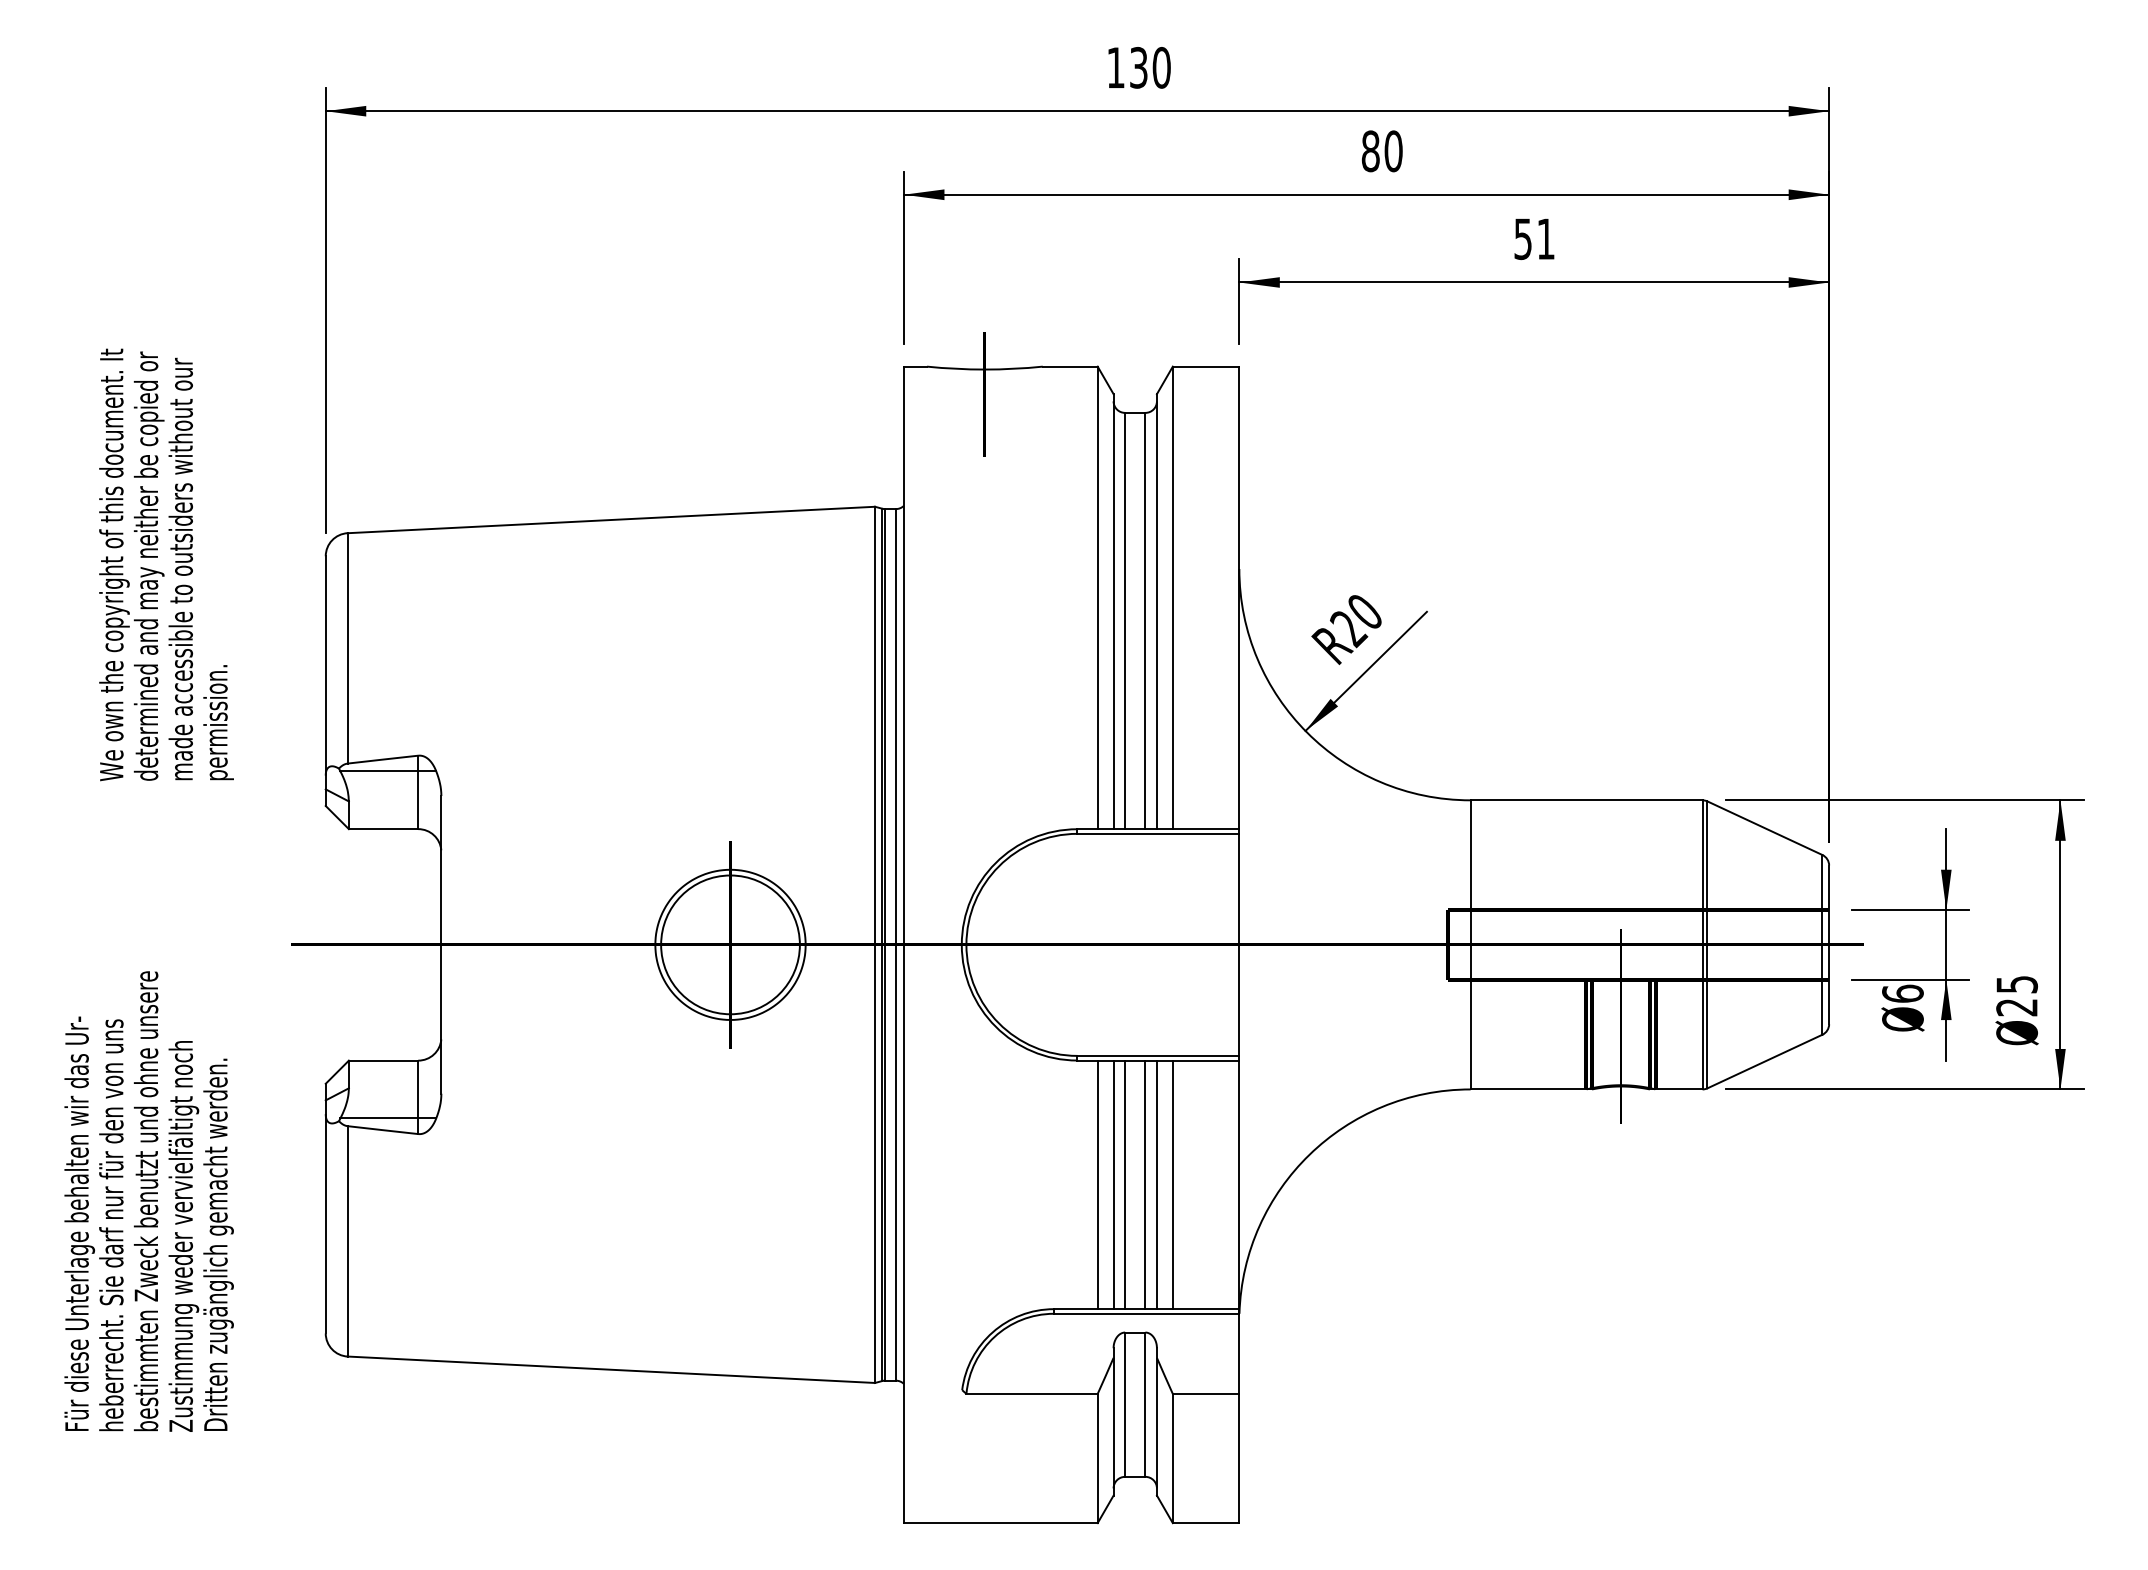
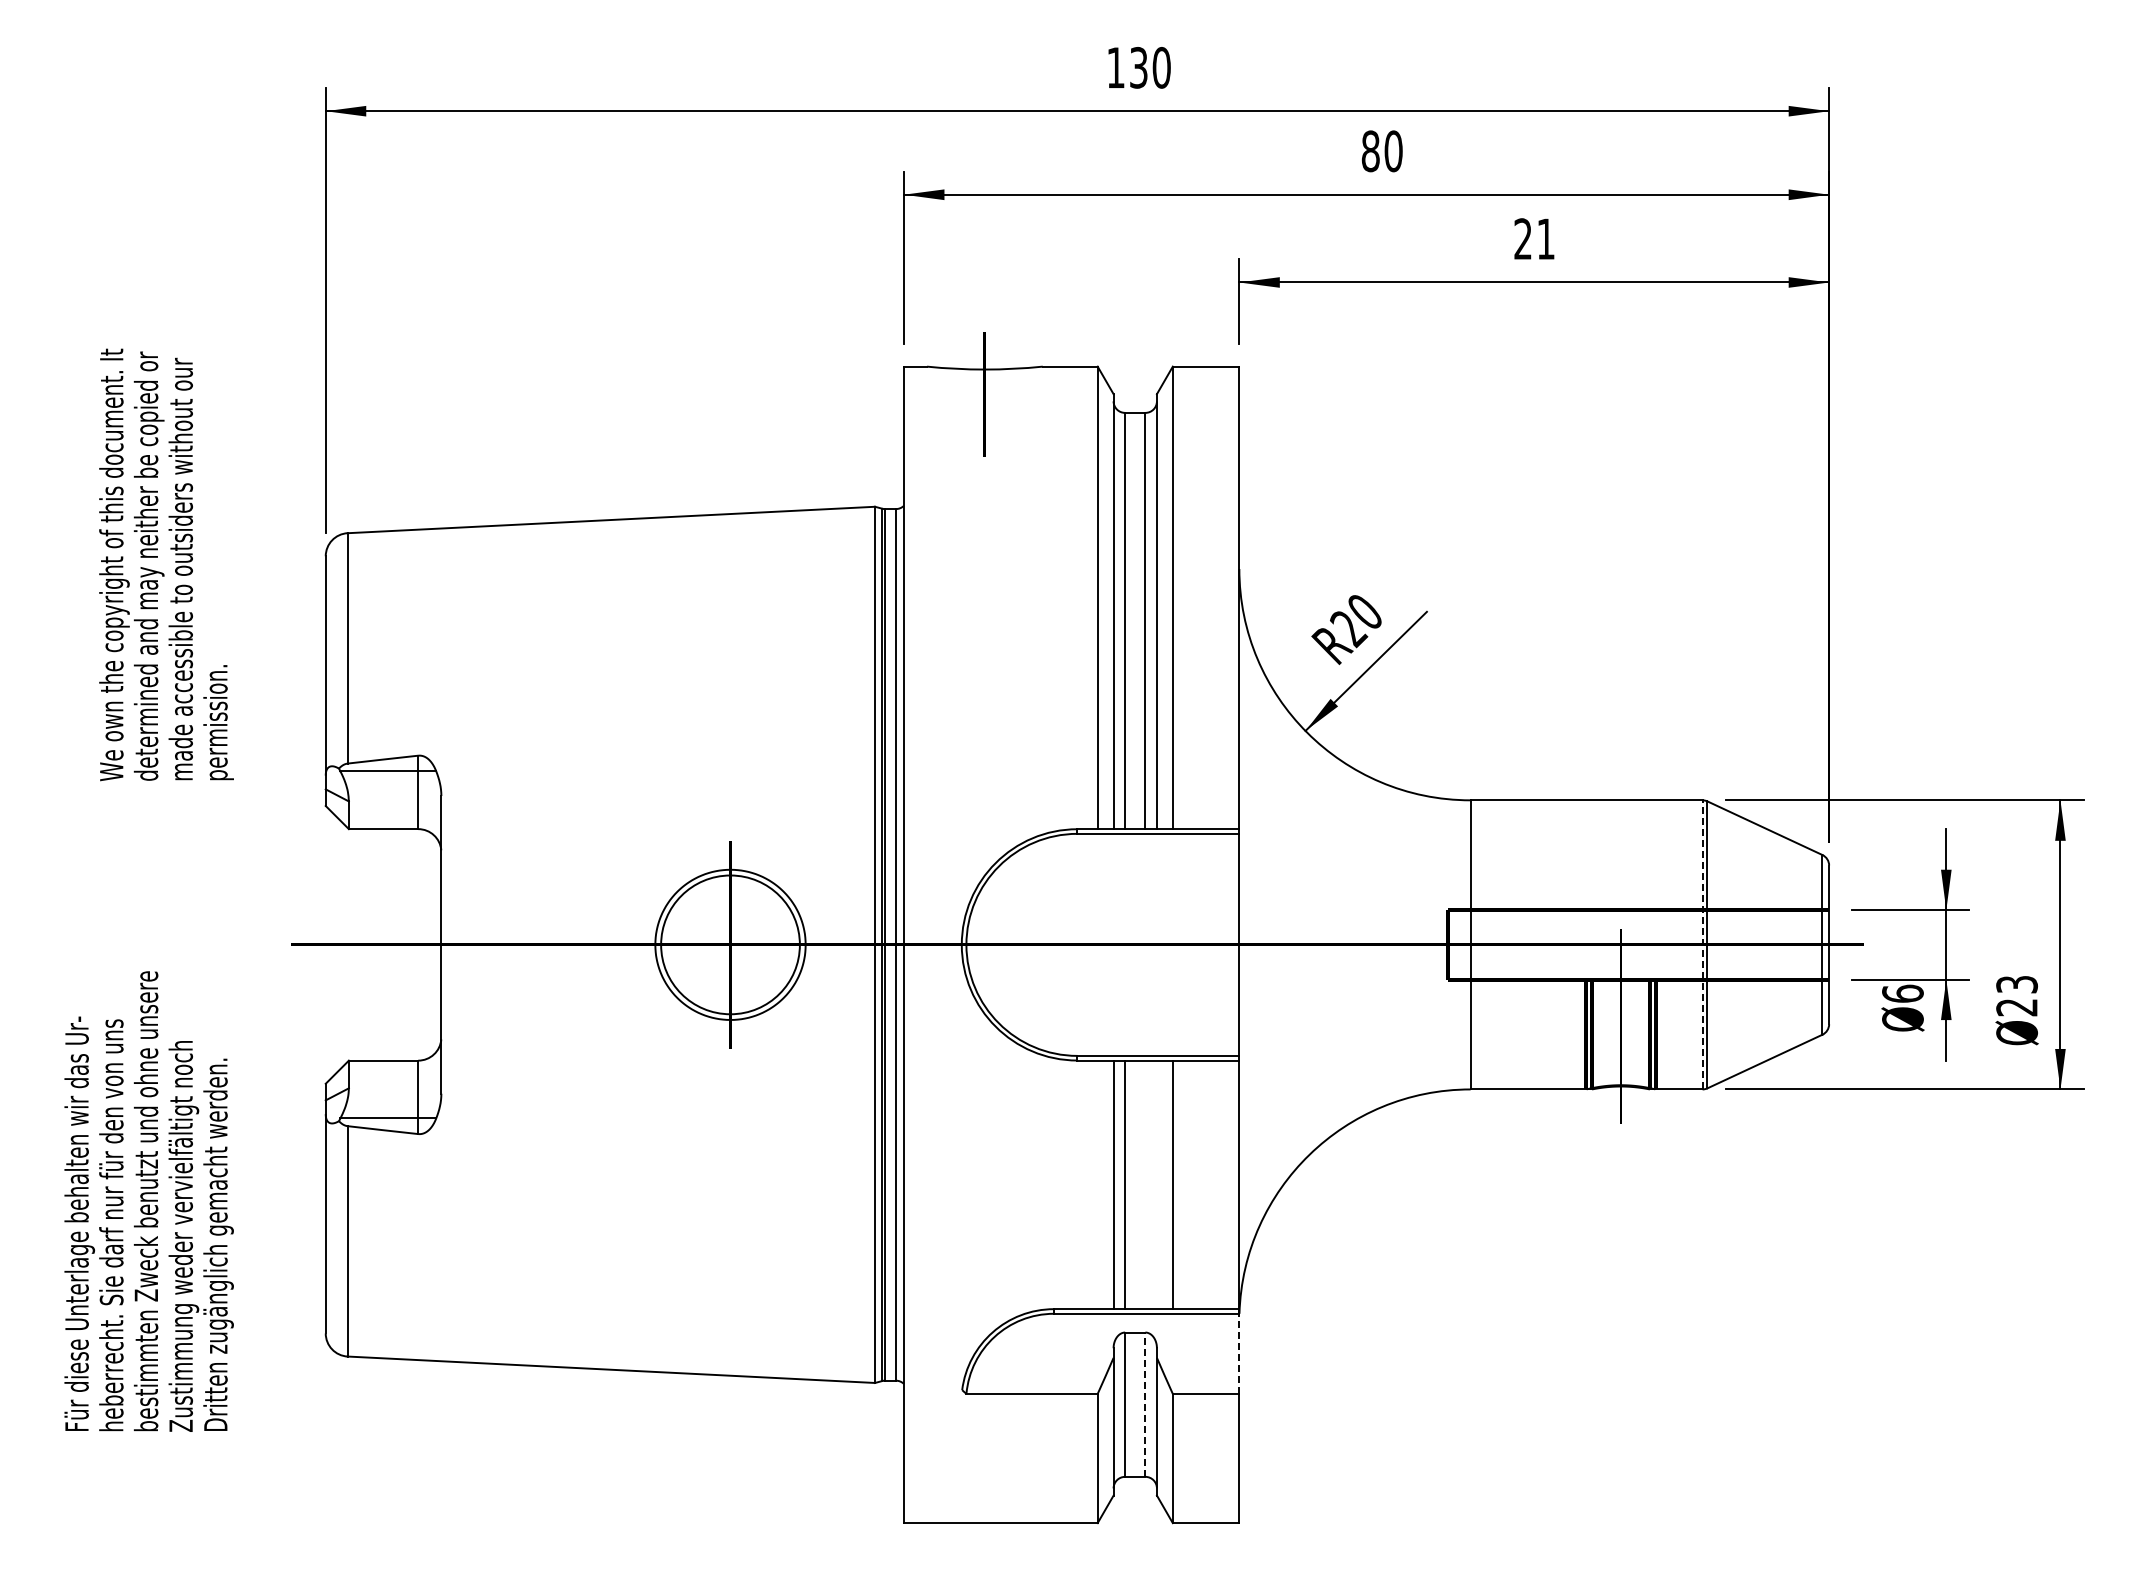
text at (1522, 239): 51 -> 21
line at (1702, 944): solid -> dashed
text at (2016, 984): 25 -> 23
line at (1097, 1184): present -> none
line at (1145, 1184): present -> none
line at (1156, 1184): present -> none
line at (1239, 1351): solid -> dashed
line at (1145, 1404): solid -> dashed
